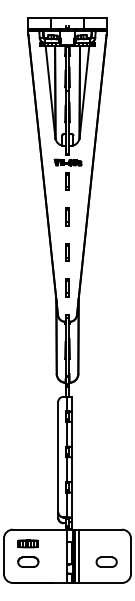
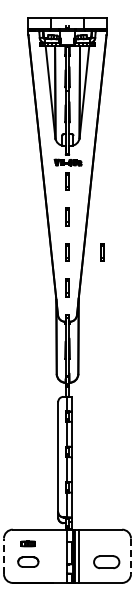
part at (102, 252): none -> present
part at (27, 543) size: 22x10 px -> 16x8 px
line at (3, 556): solid -> dashed
line at (131, 556): solid -> dashed
part at (106, 561) size: 23x12 px -> 28x15 px
